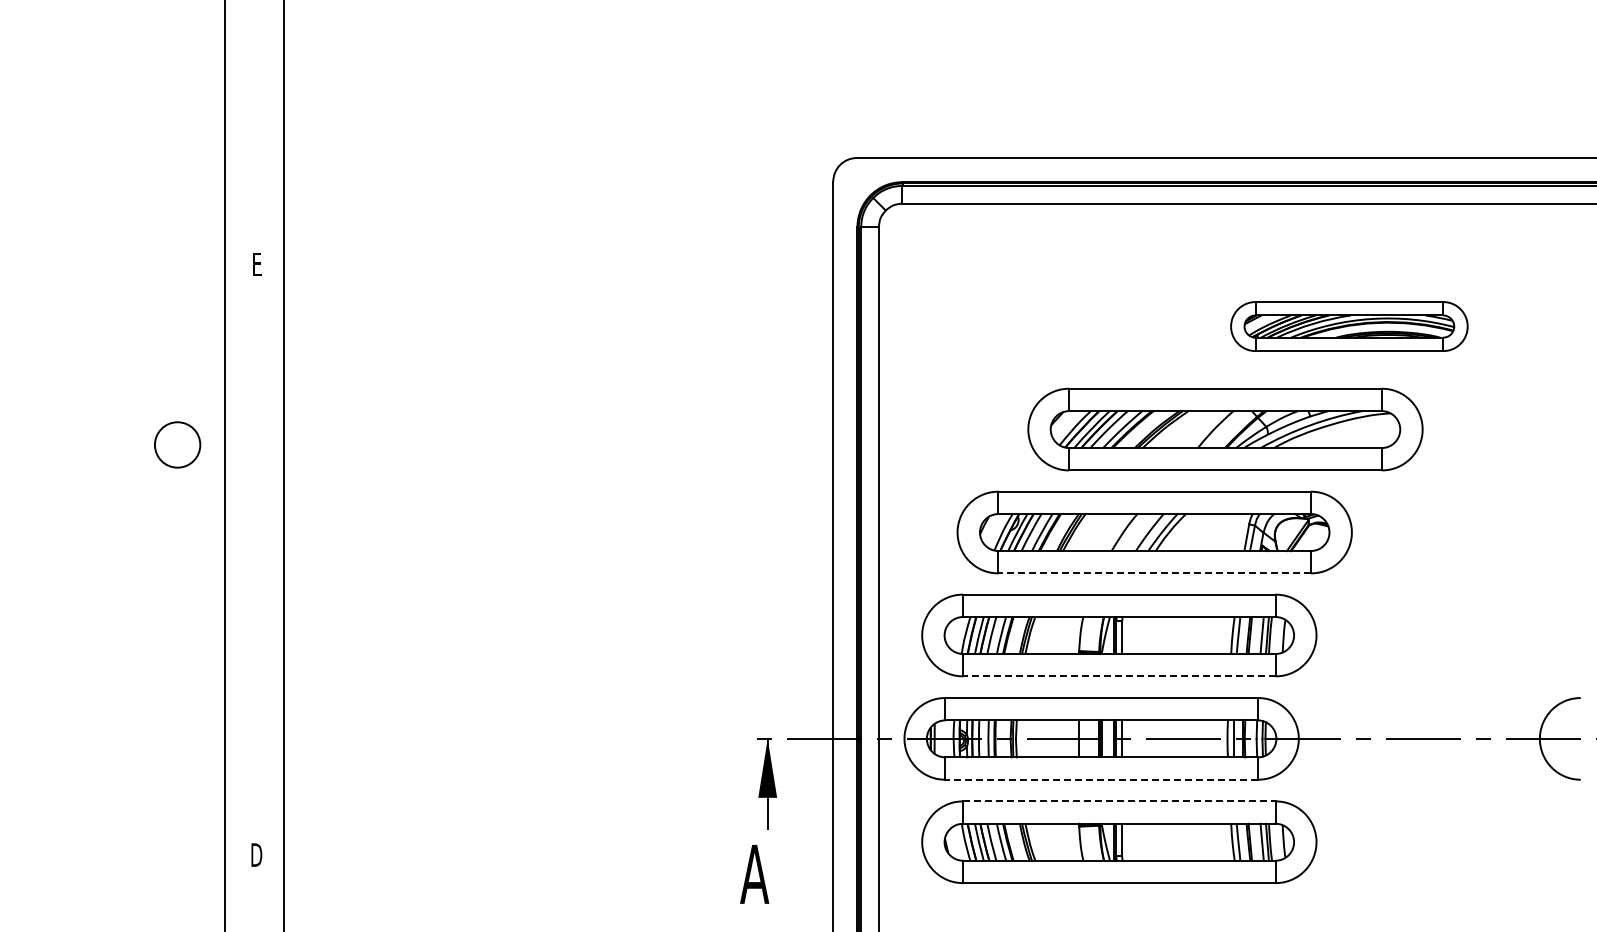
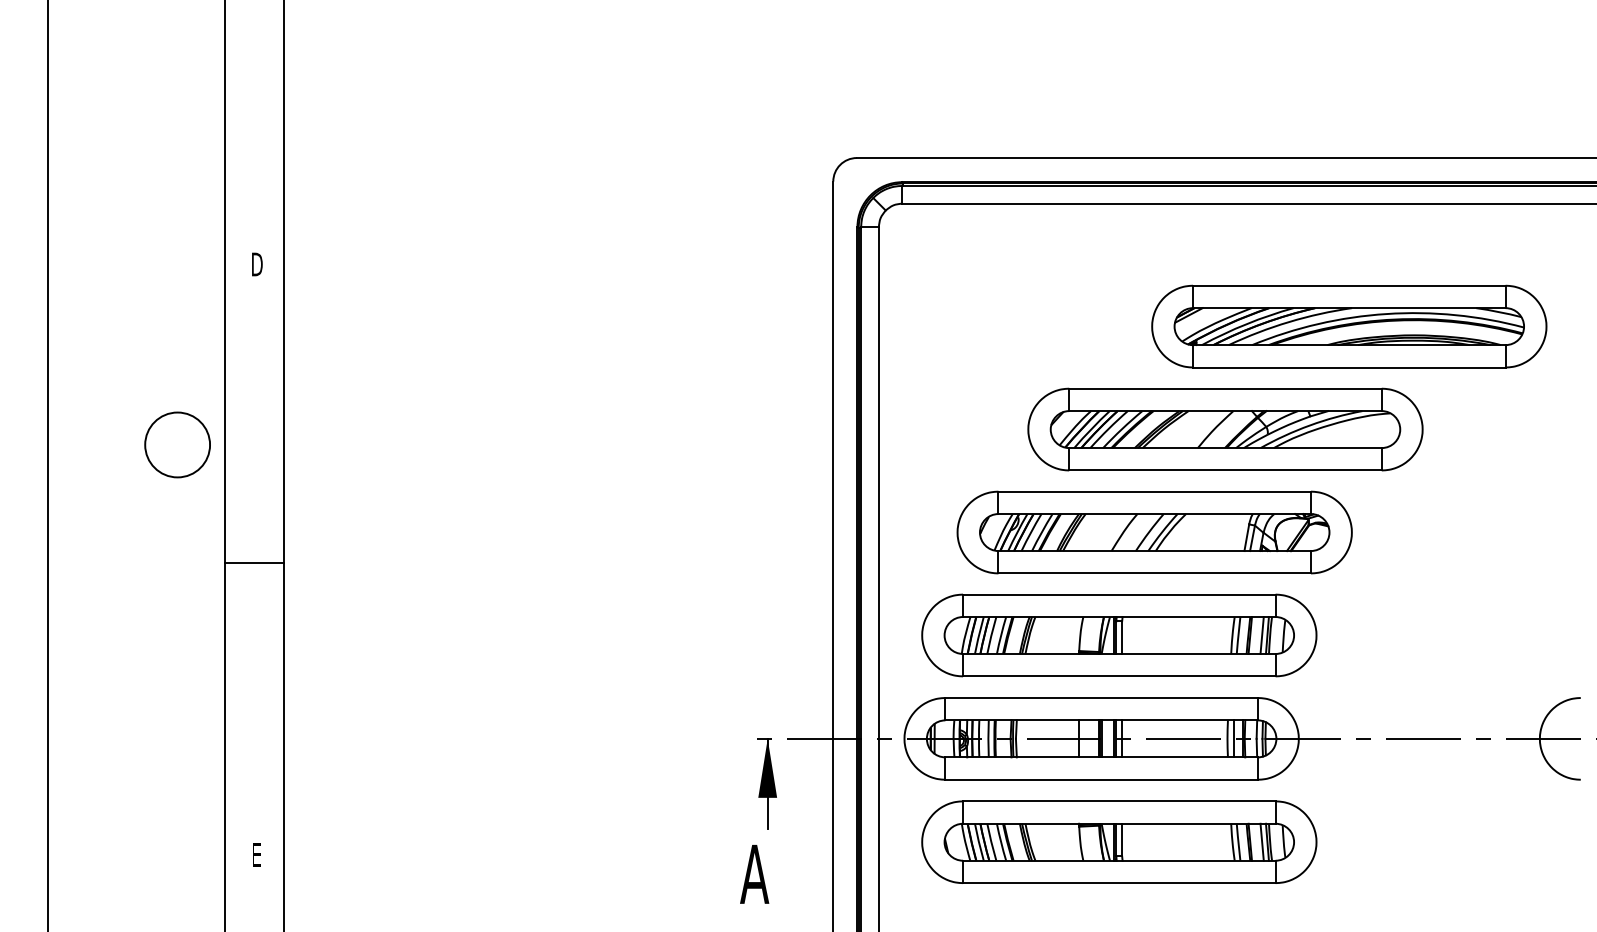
text at (257, 264): E -> D
part at (1349, 326) size: 239x51 px -> 397x85 px
circle at (177, 444) diameter: 45 px -> 65 px
line at (47, 465): none -> present
line at (253, 562): none -> present
line at (1154, 573): dashed -> solid
line at (1118, 676): dashed -> solid
line at (1101, 779): dashed -> solid
line at (1119, 801): dashed -> solid
text at (256, 854): D -> E
